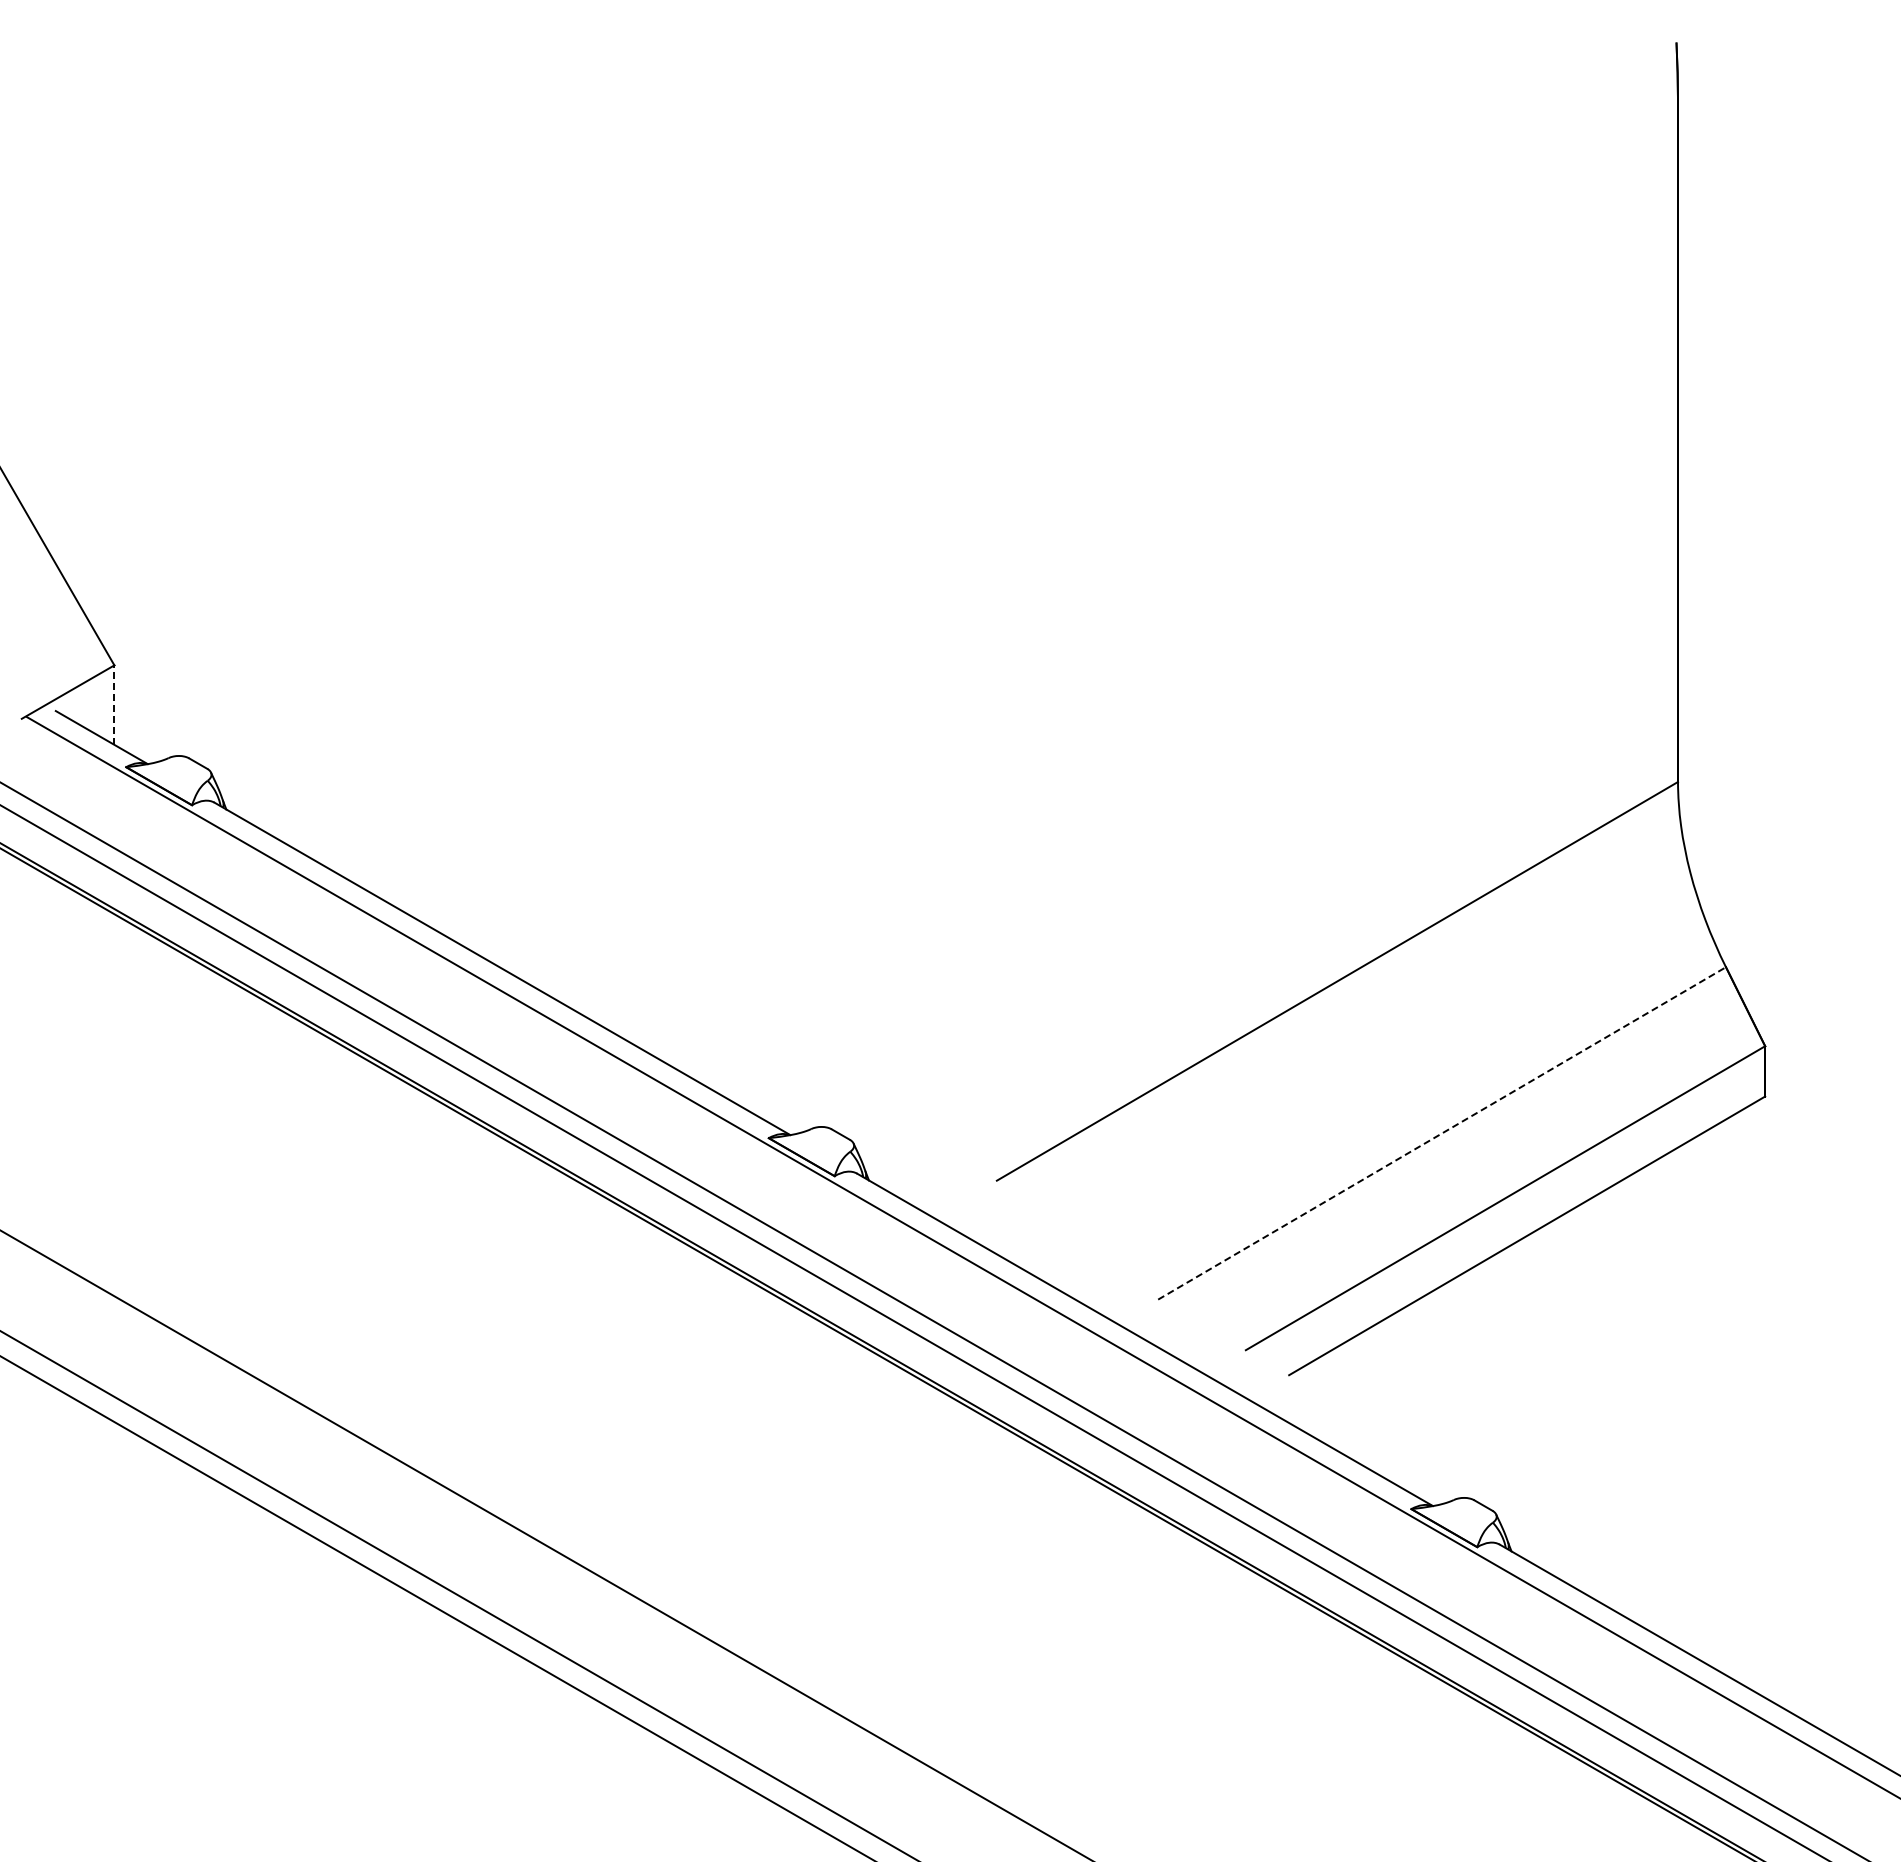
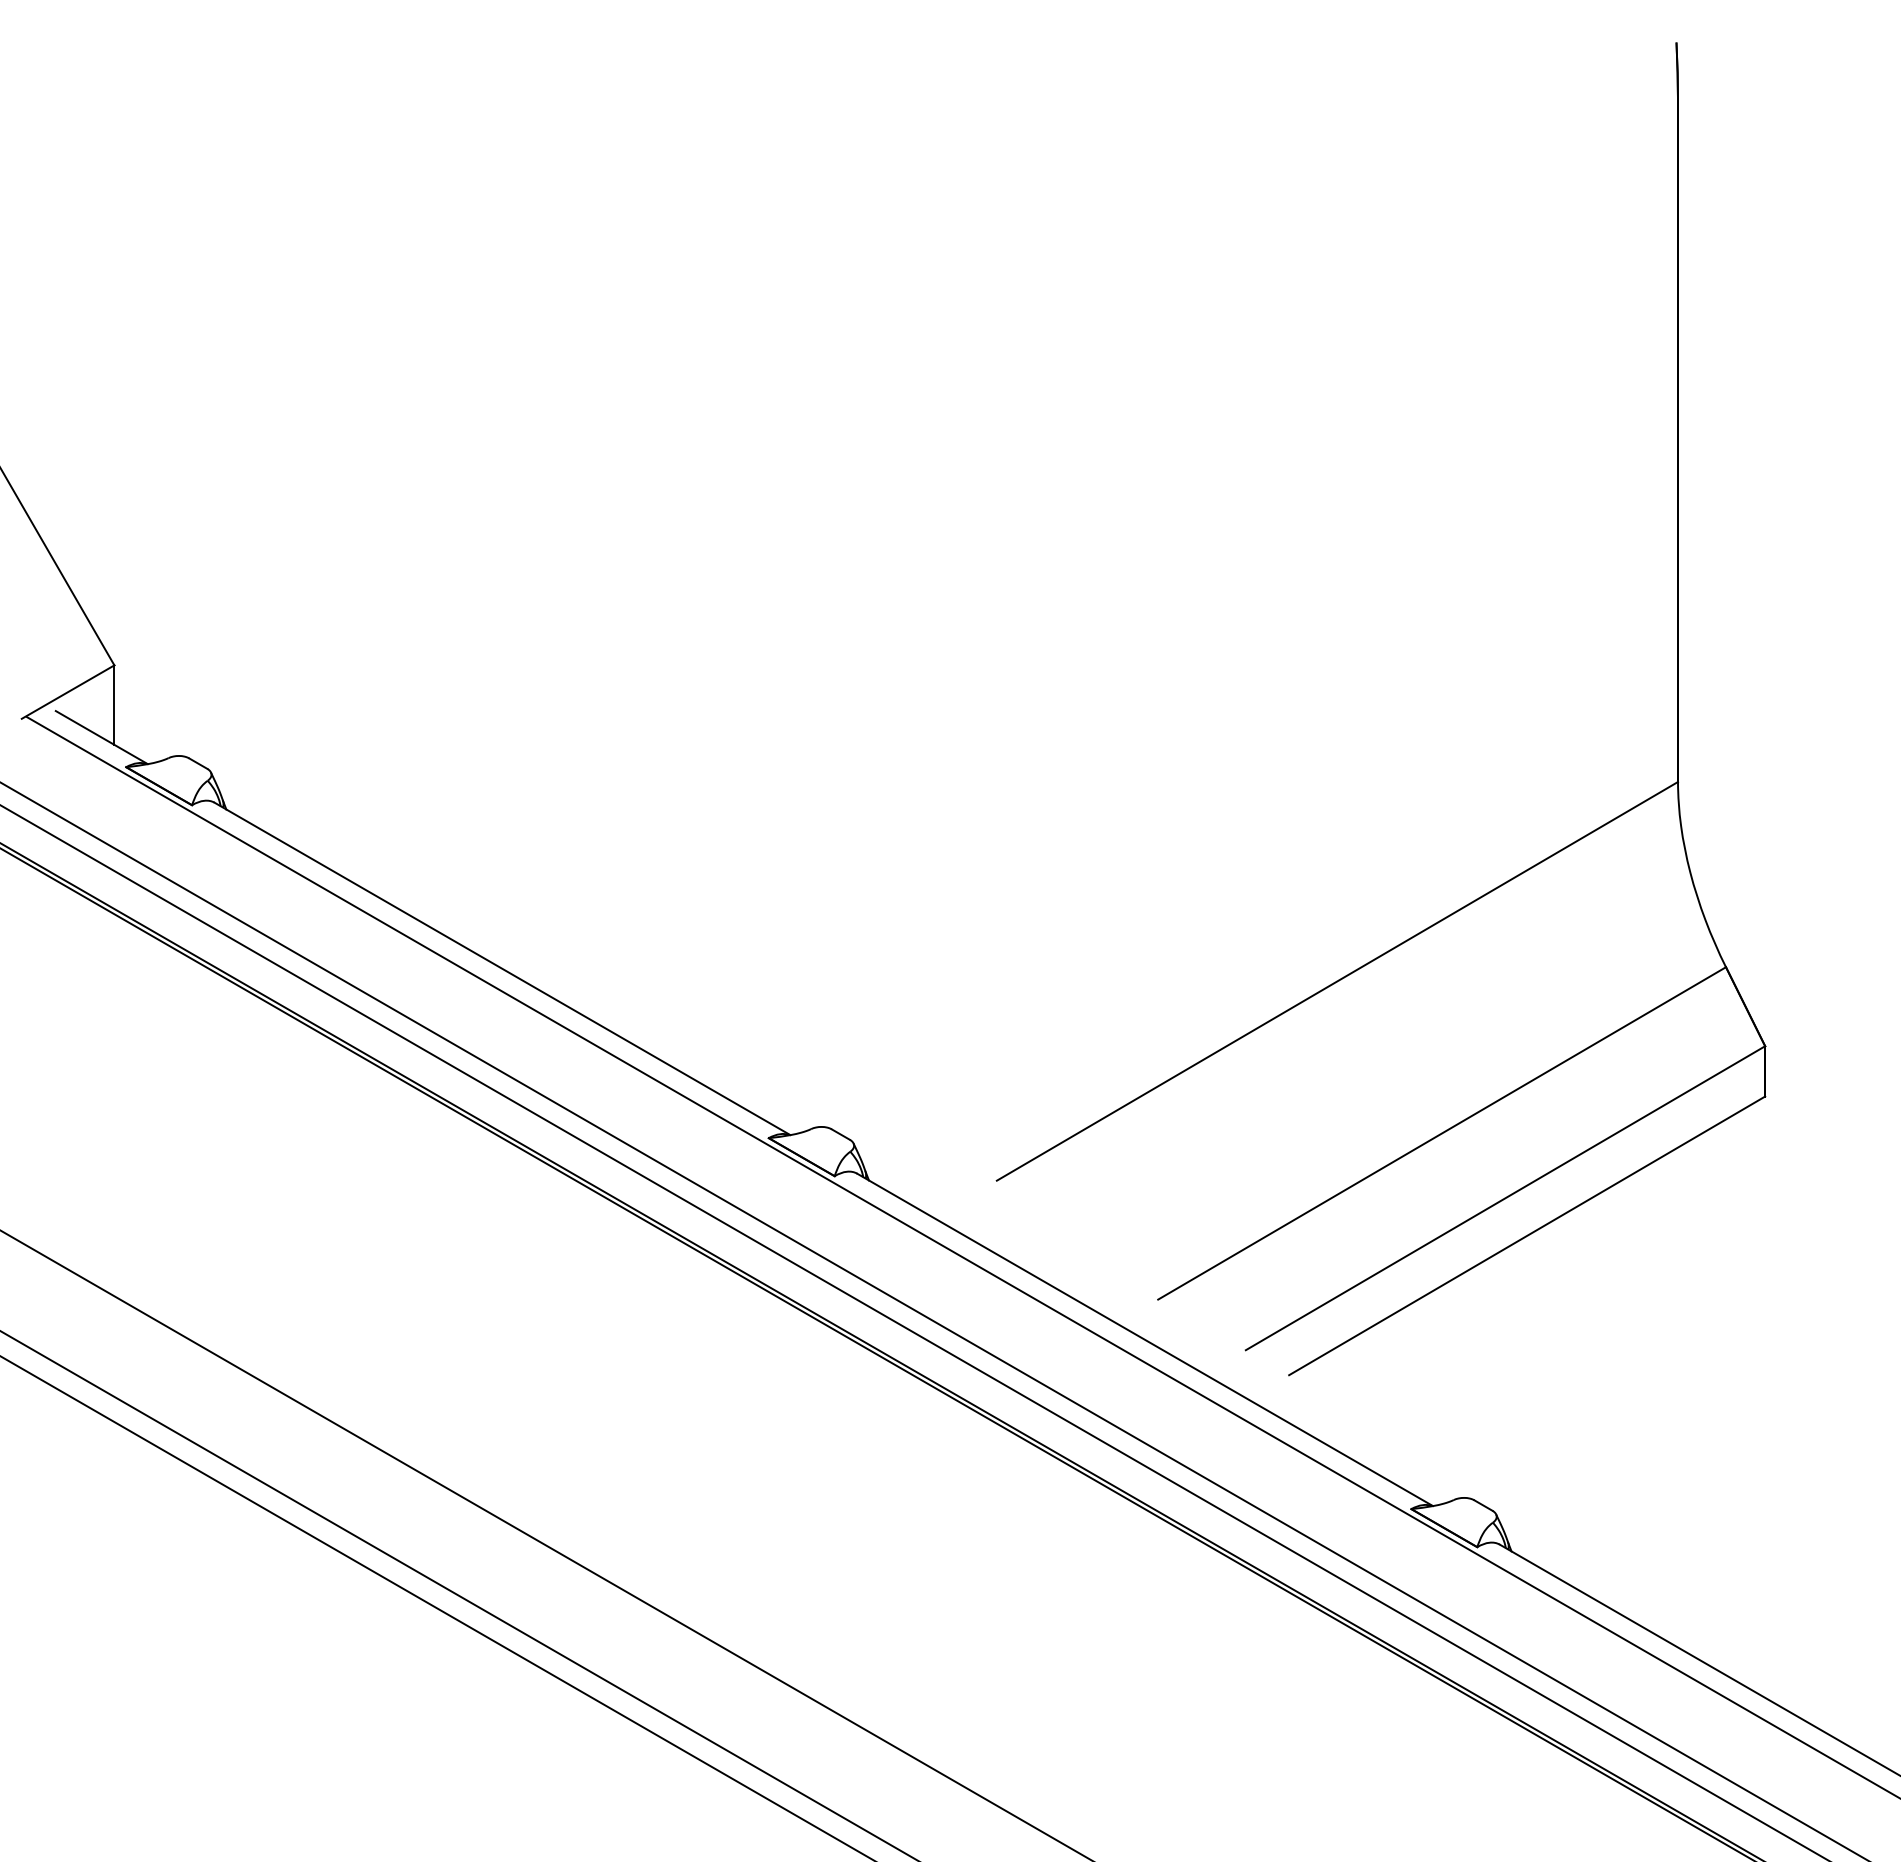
line at (114, 705): dashed -> solid
line at (1442, 1133): dashed -> solid
